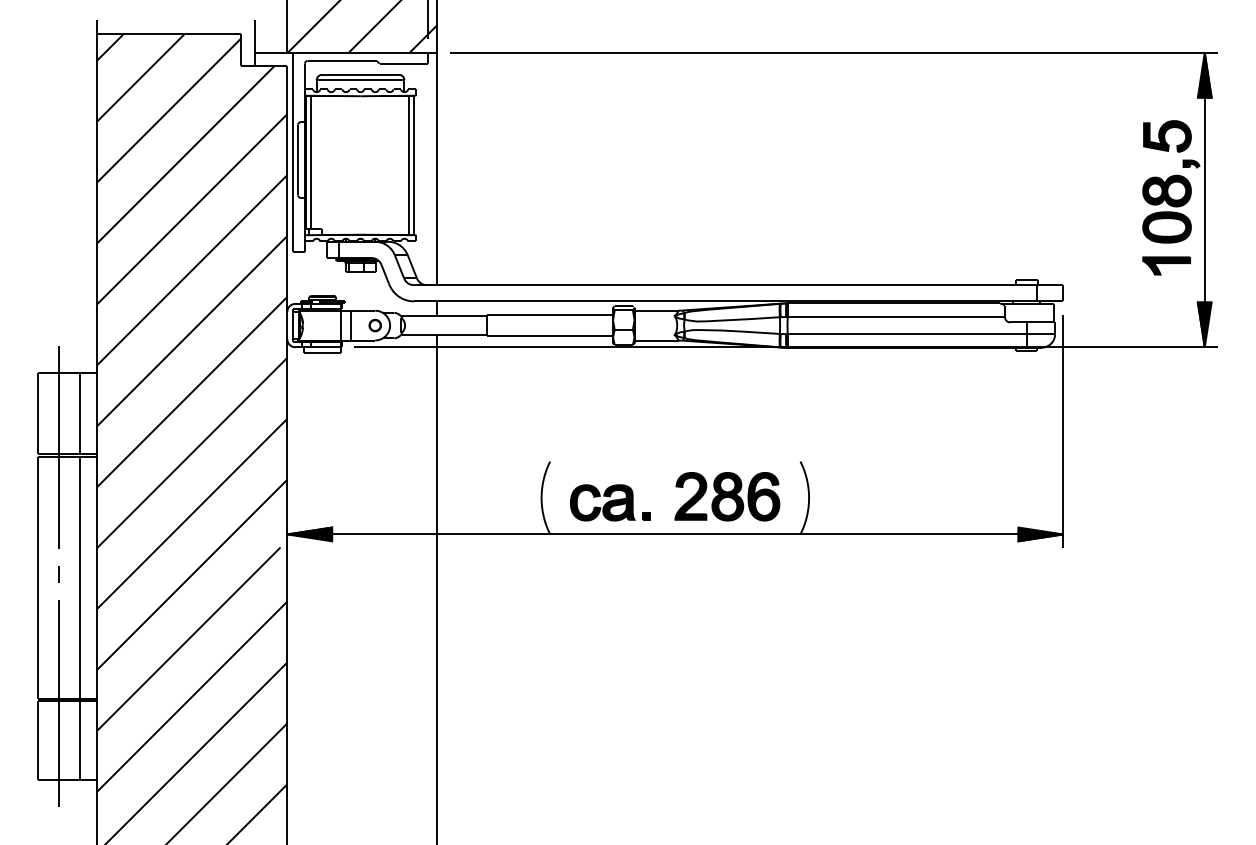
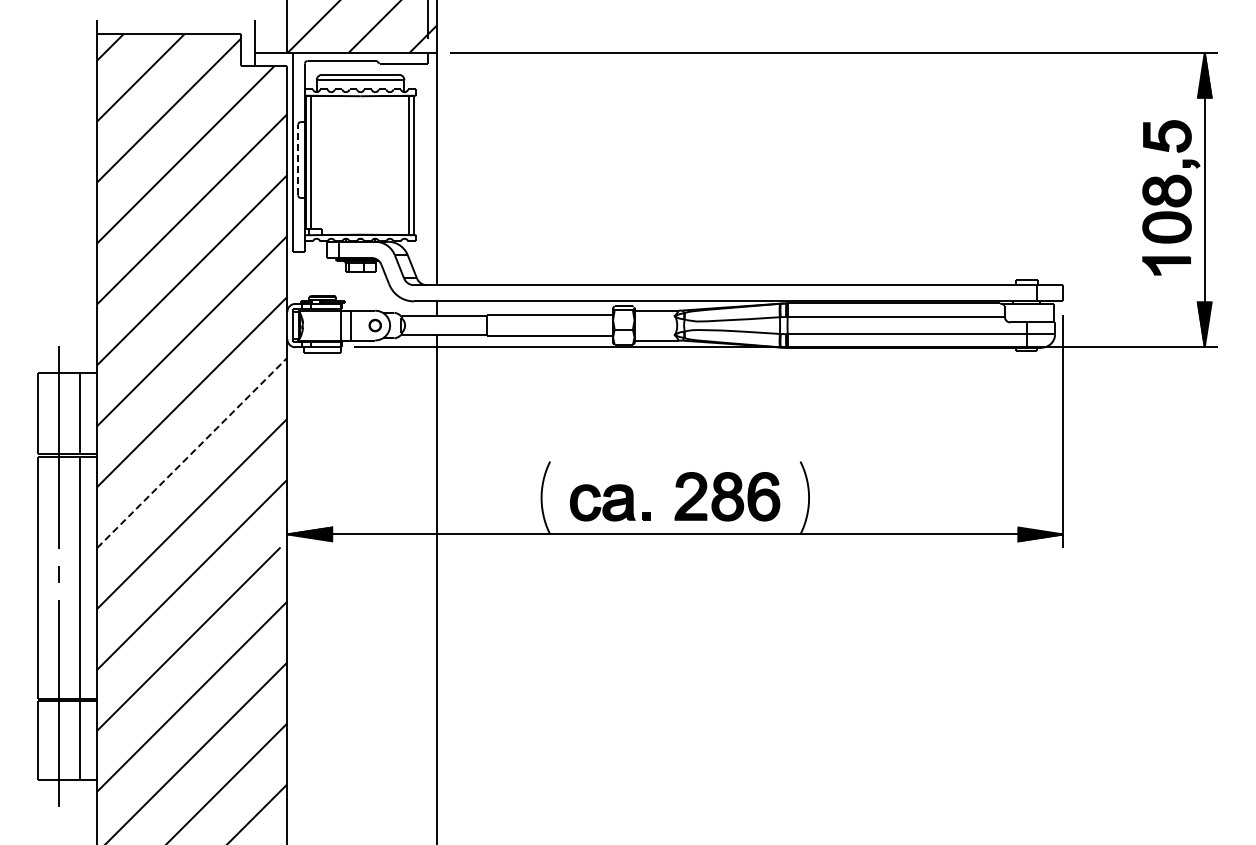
line at (298, 159): solid -> dashed
line at (192, 452): solid -> dashed
